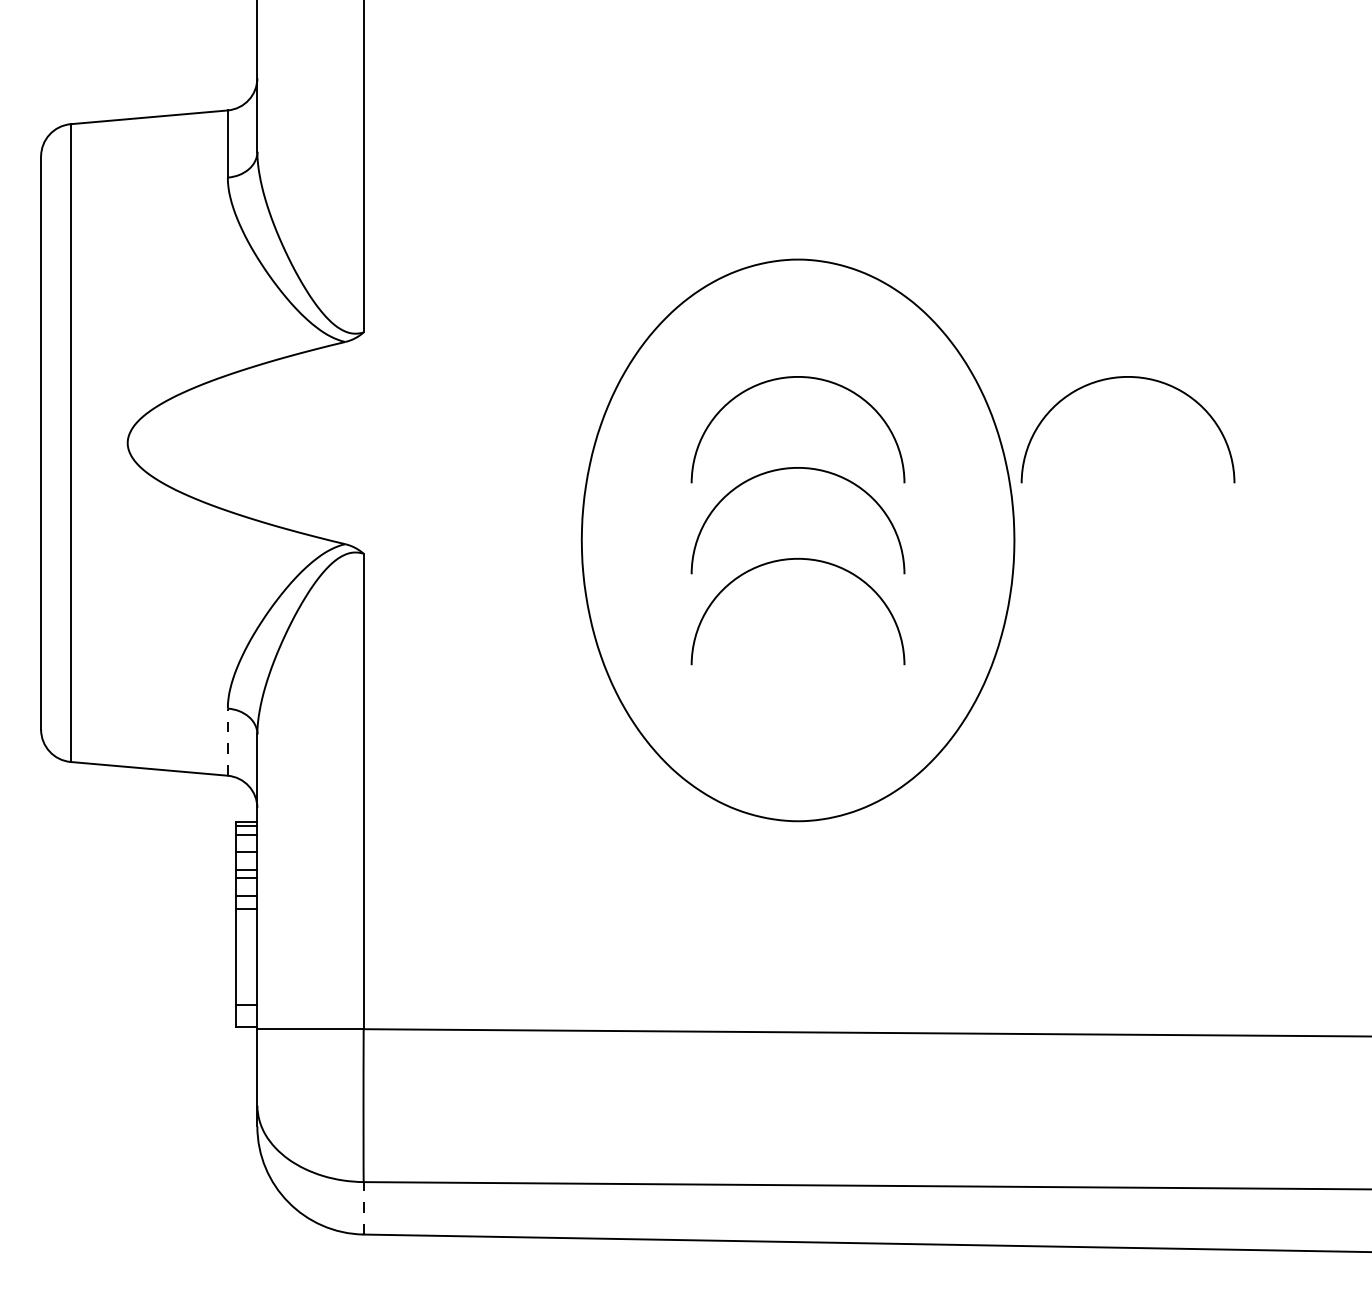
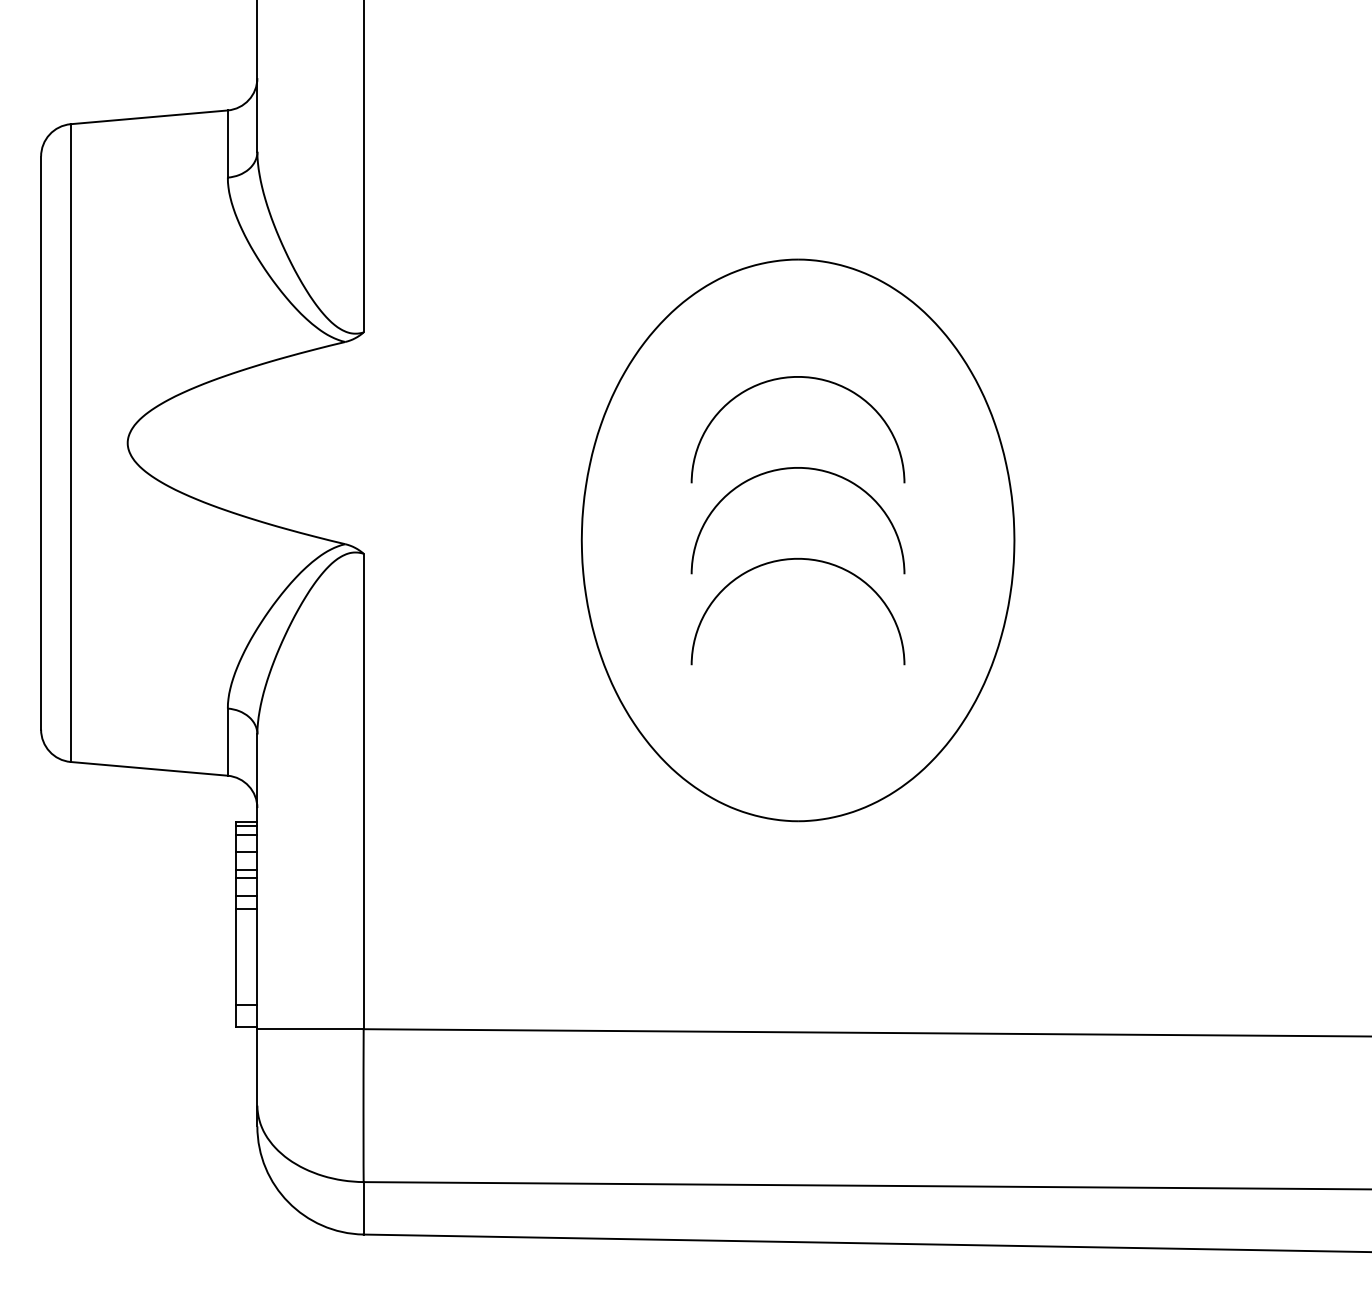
curve at (1120, 378): present -> none
line at (227, 742): dashed -> solid
line at (363, 1207): dashed -> solid
